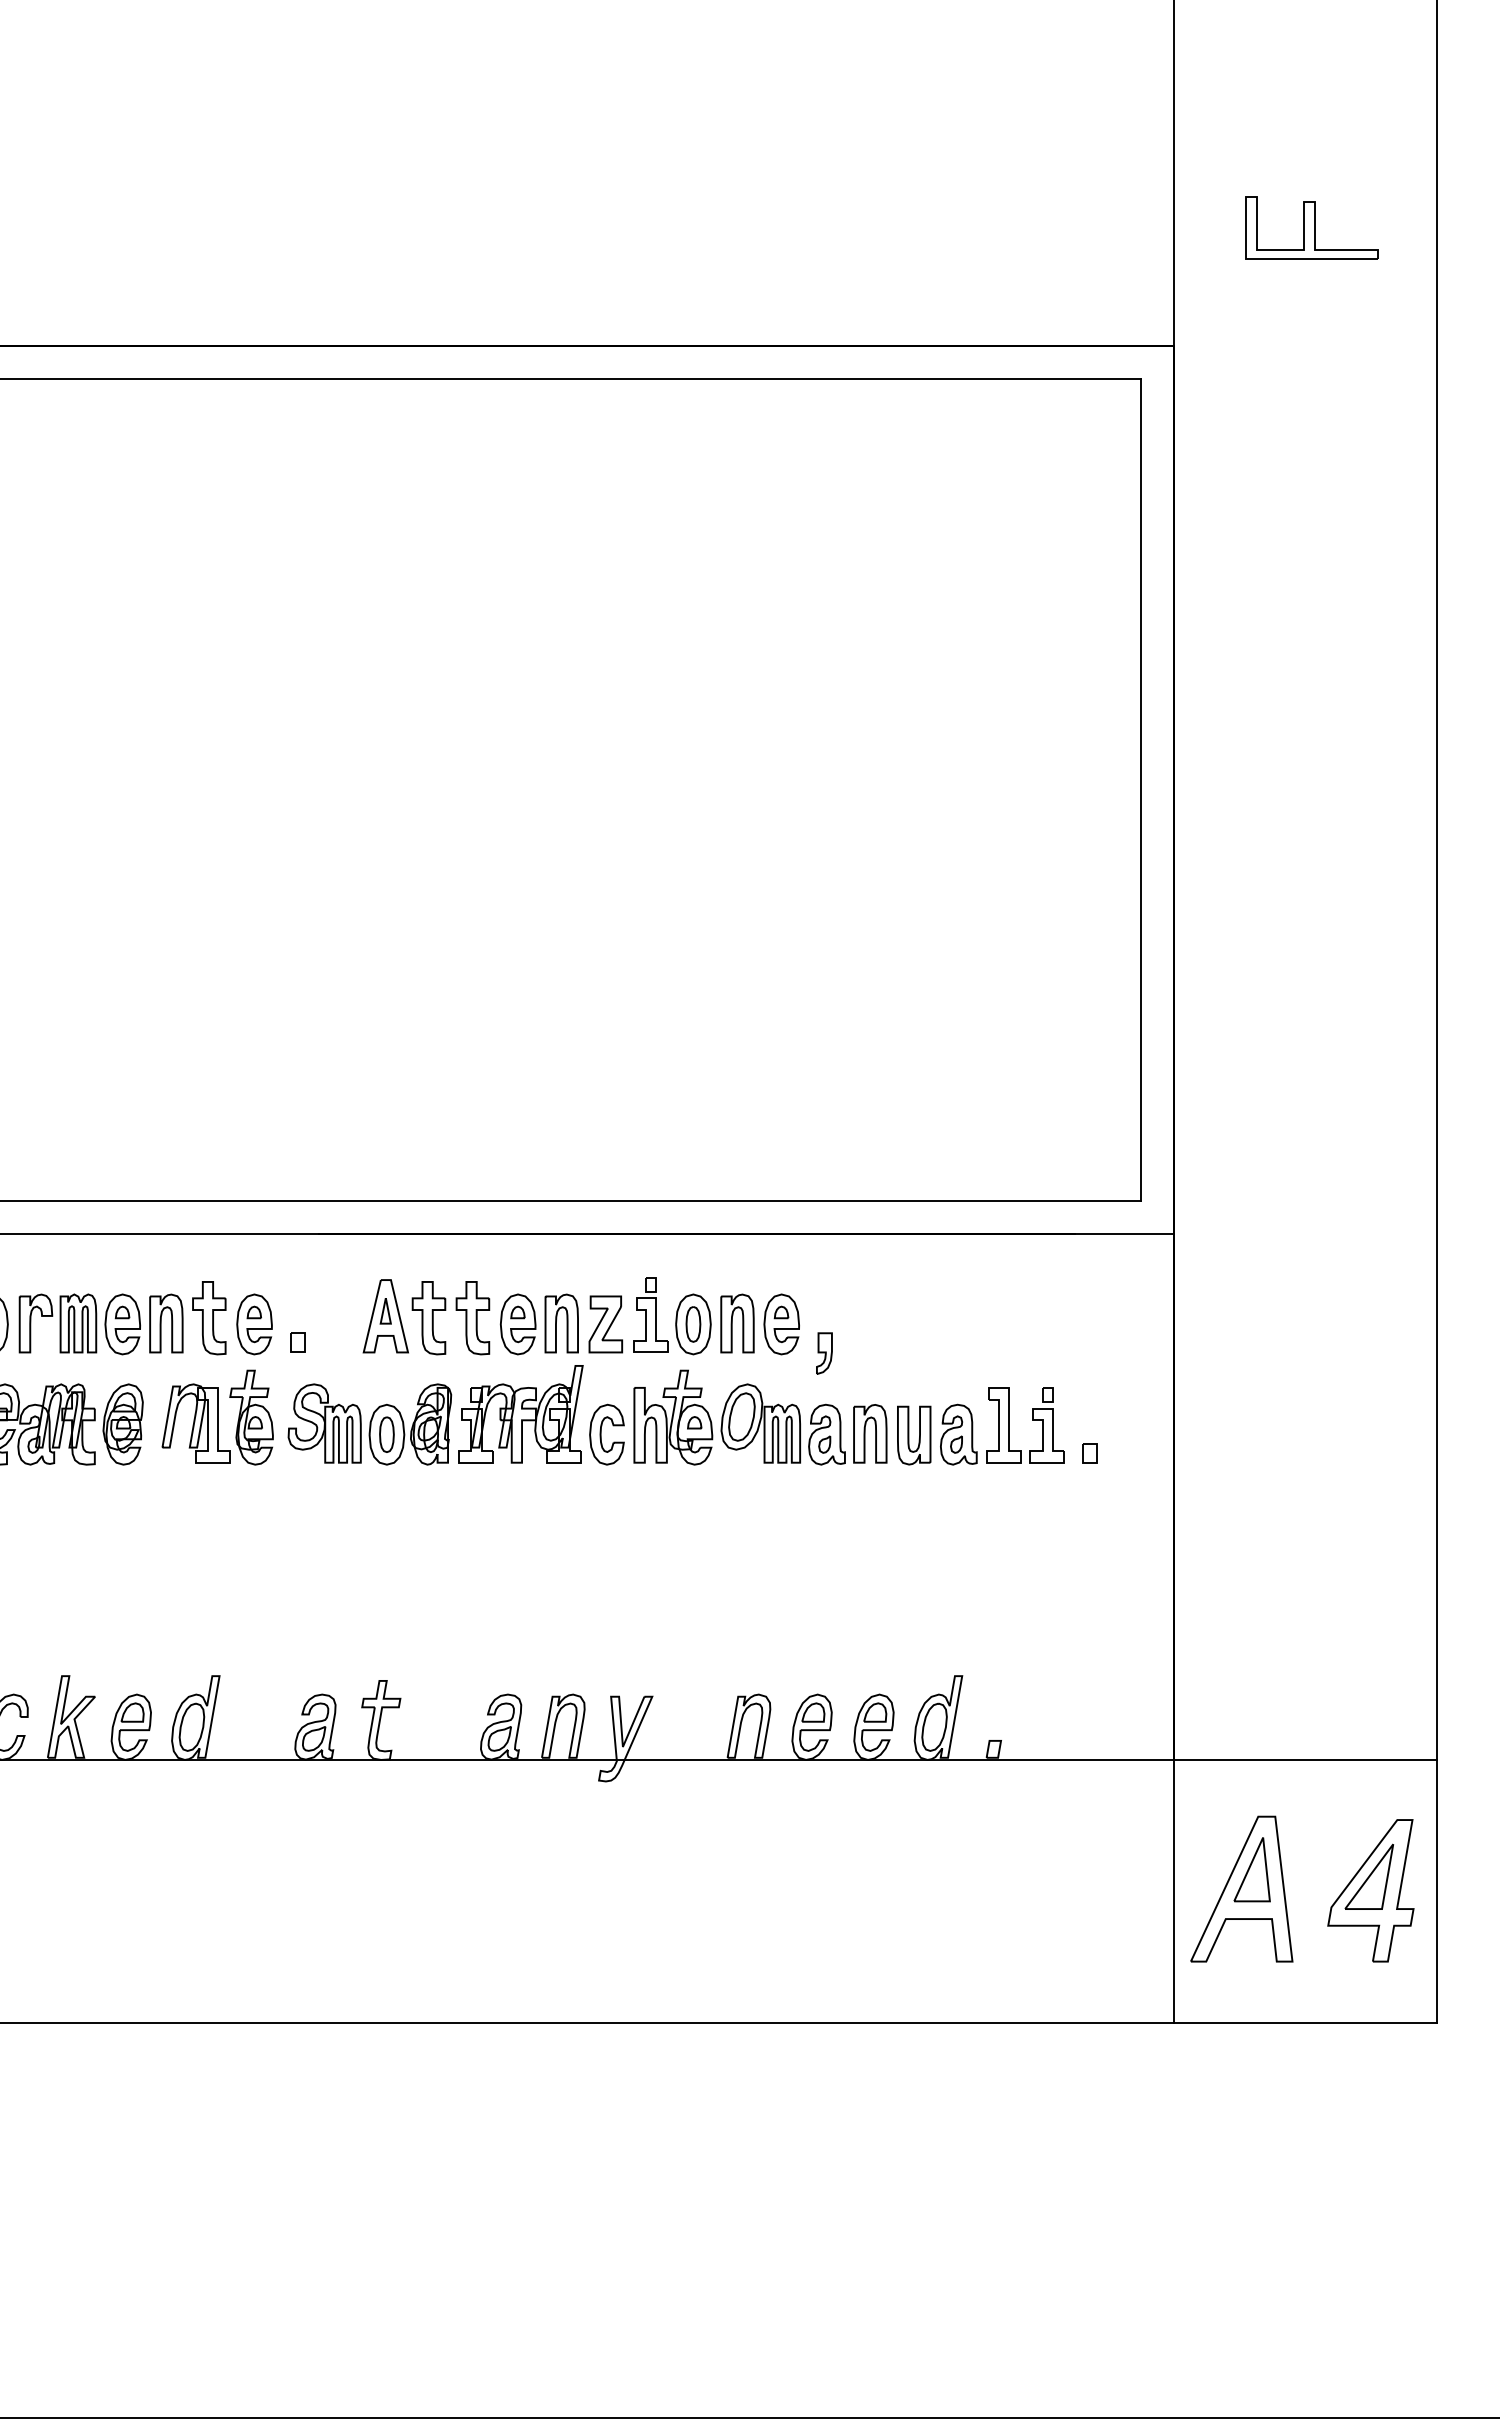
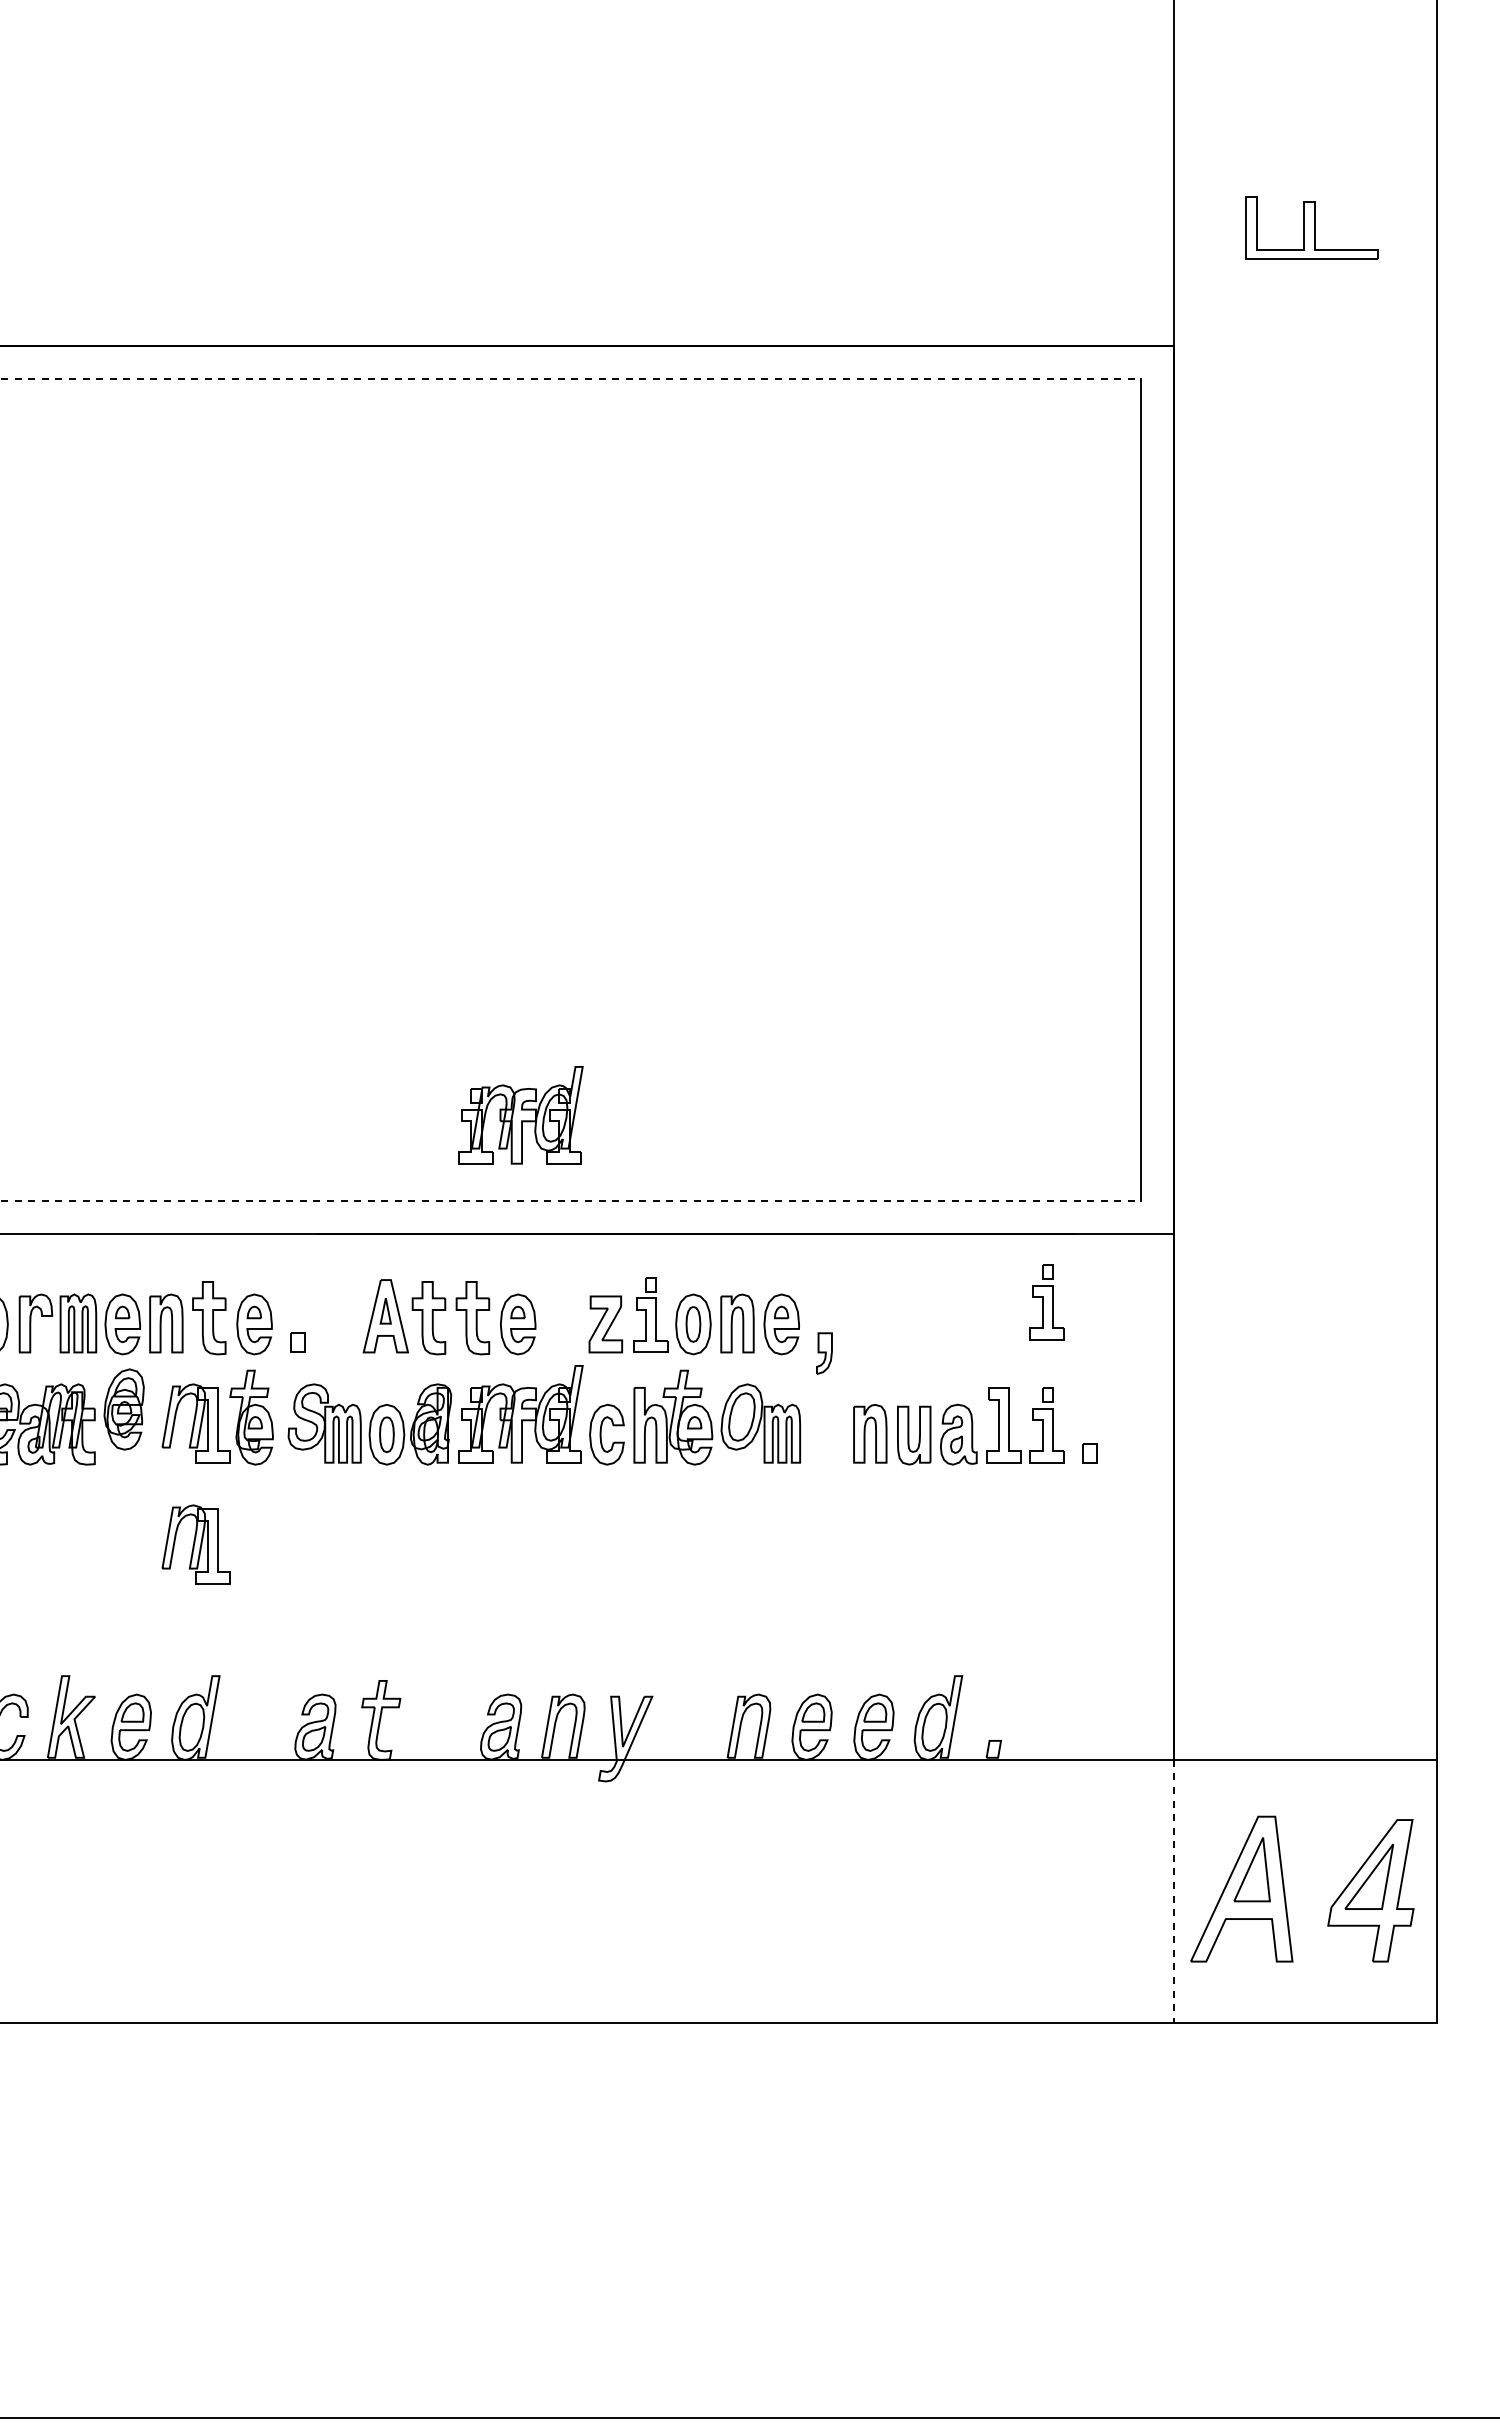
line at (571, 378): solid -> dashed
part at (520, 1115): none -> present
line at (571, 1200): solid -> dashed
part at (1046, 1302): none -> present
part at (561, 1323): present -> none
part at (122, 1424) position: (122, 1424) -> (123, 1409)
part at (826, 1434): present -> none
part at (195, 1544): none -> present
line at (1174, 1891): solid -> dashed
